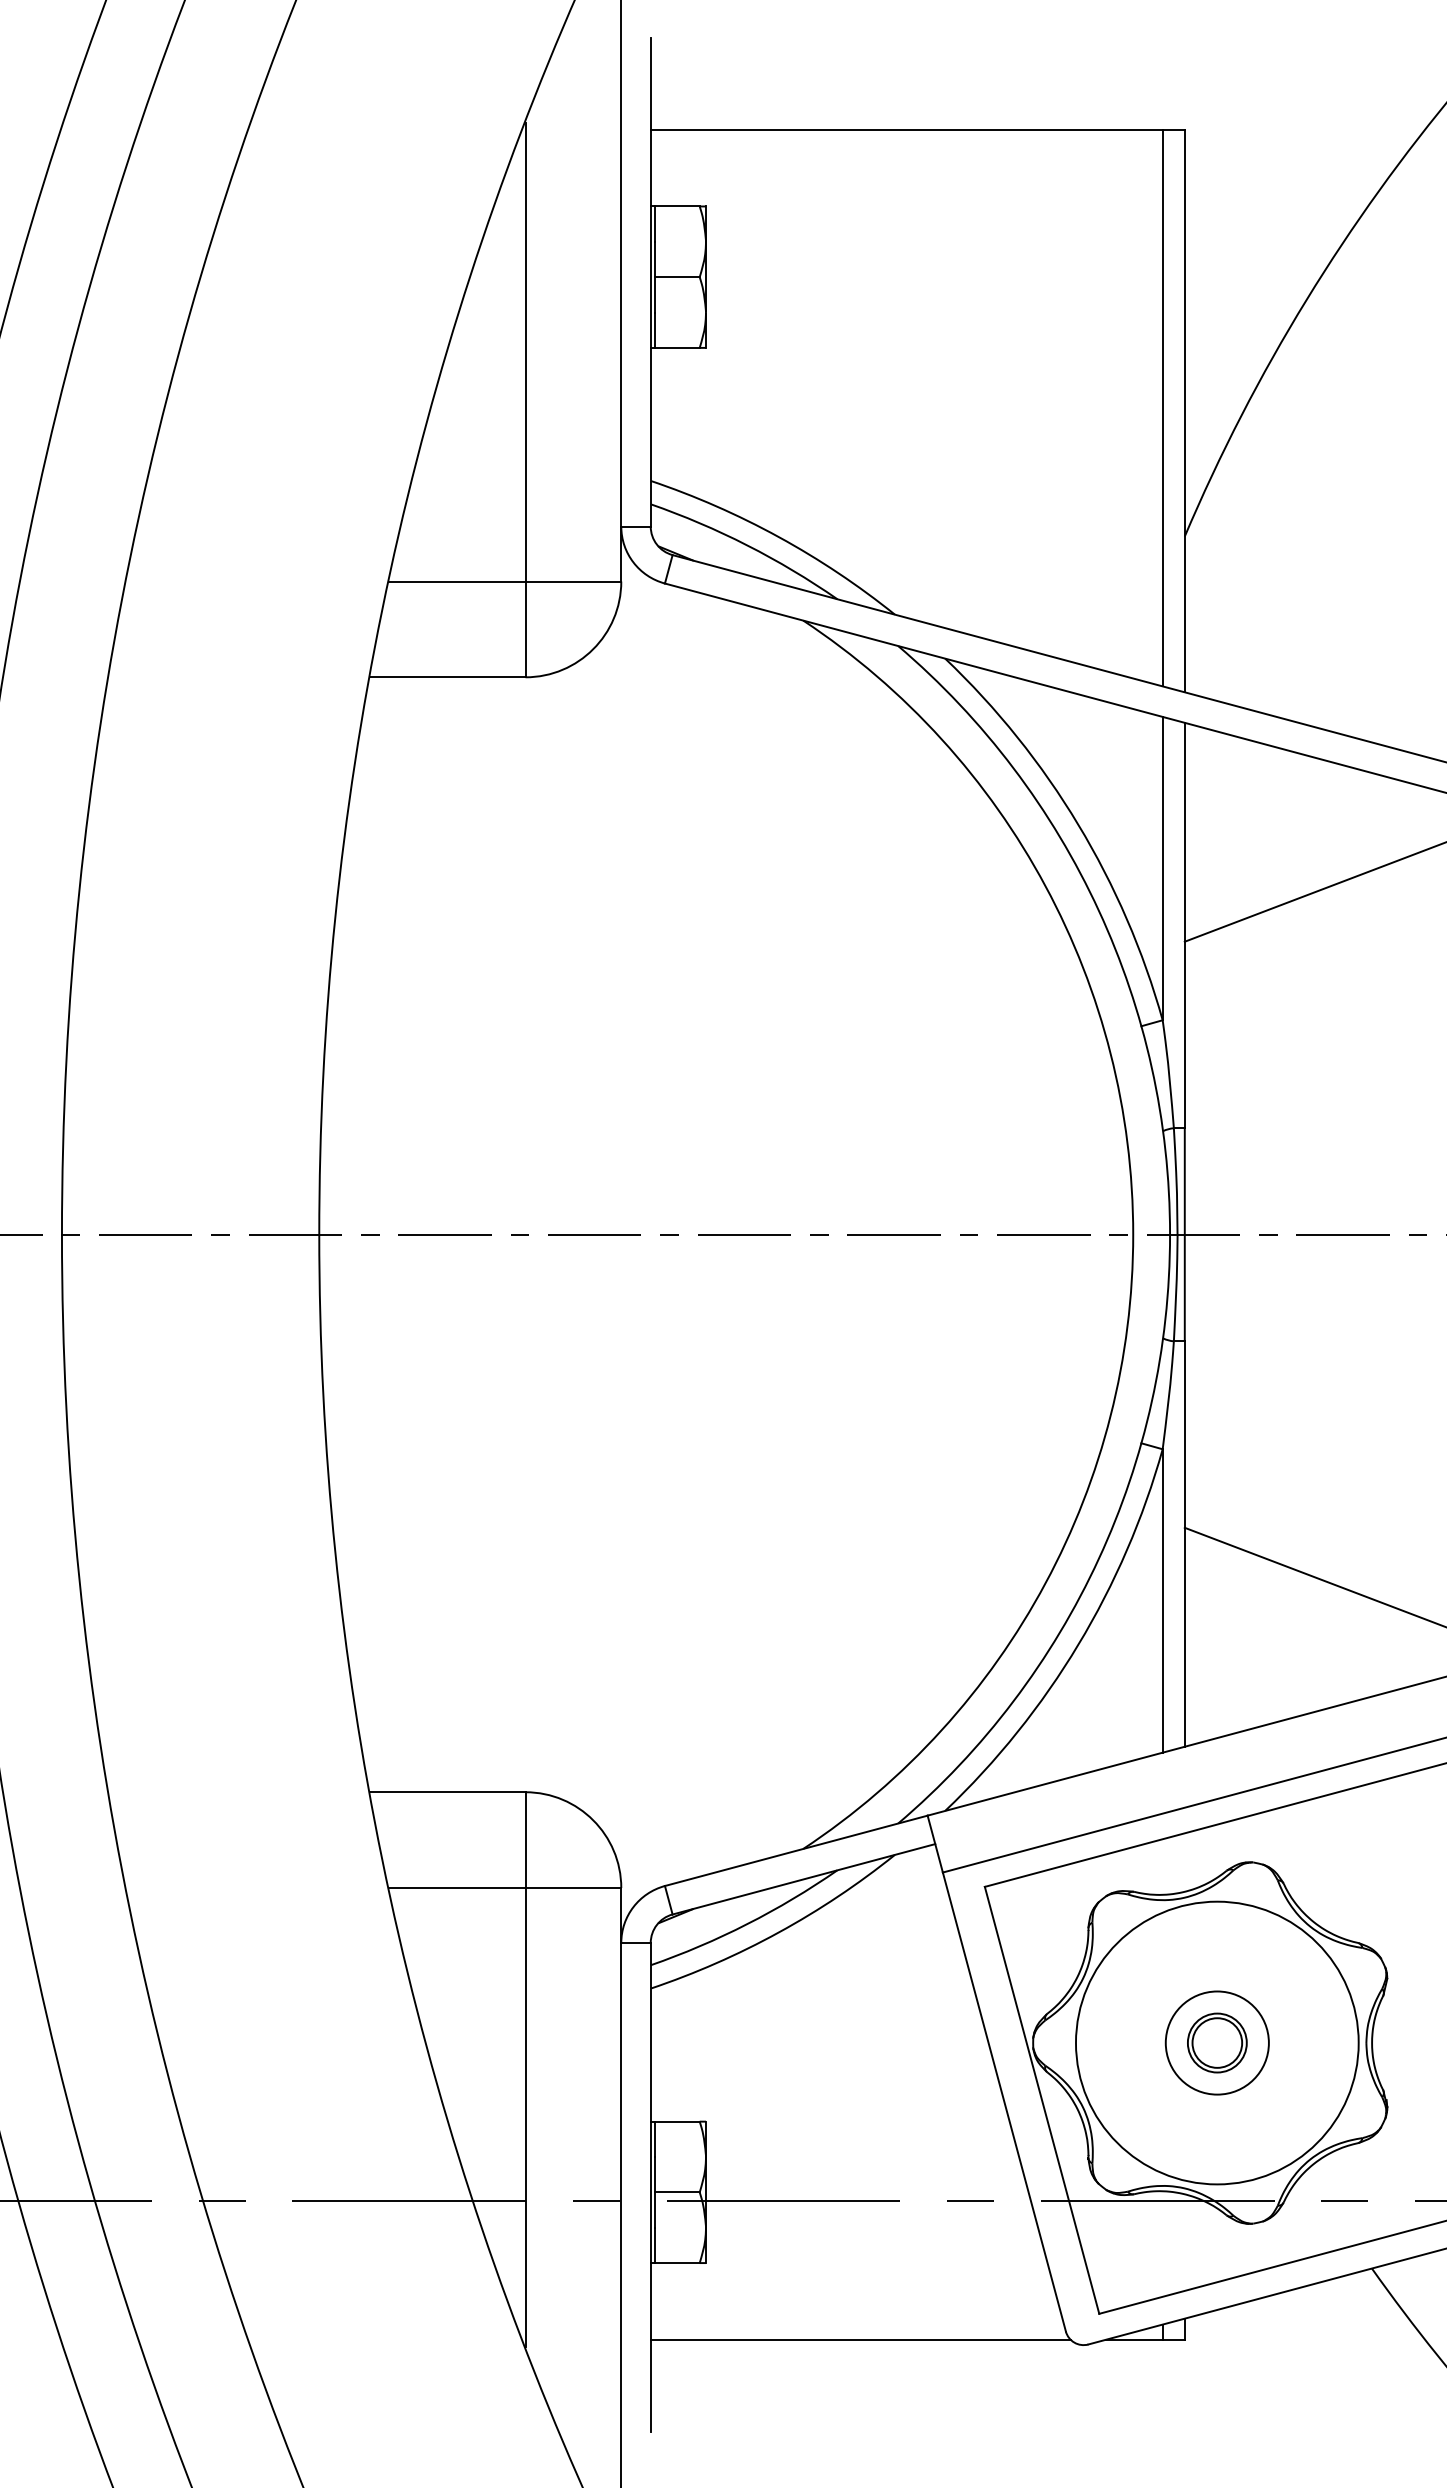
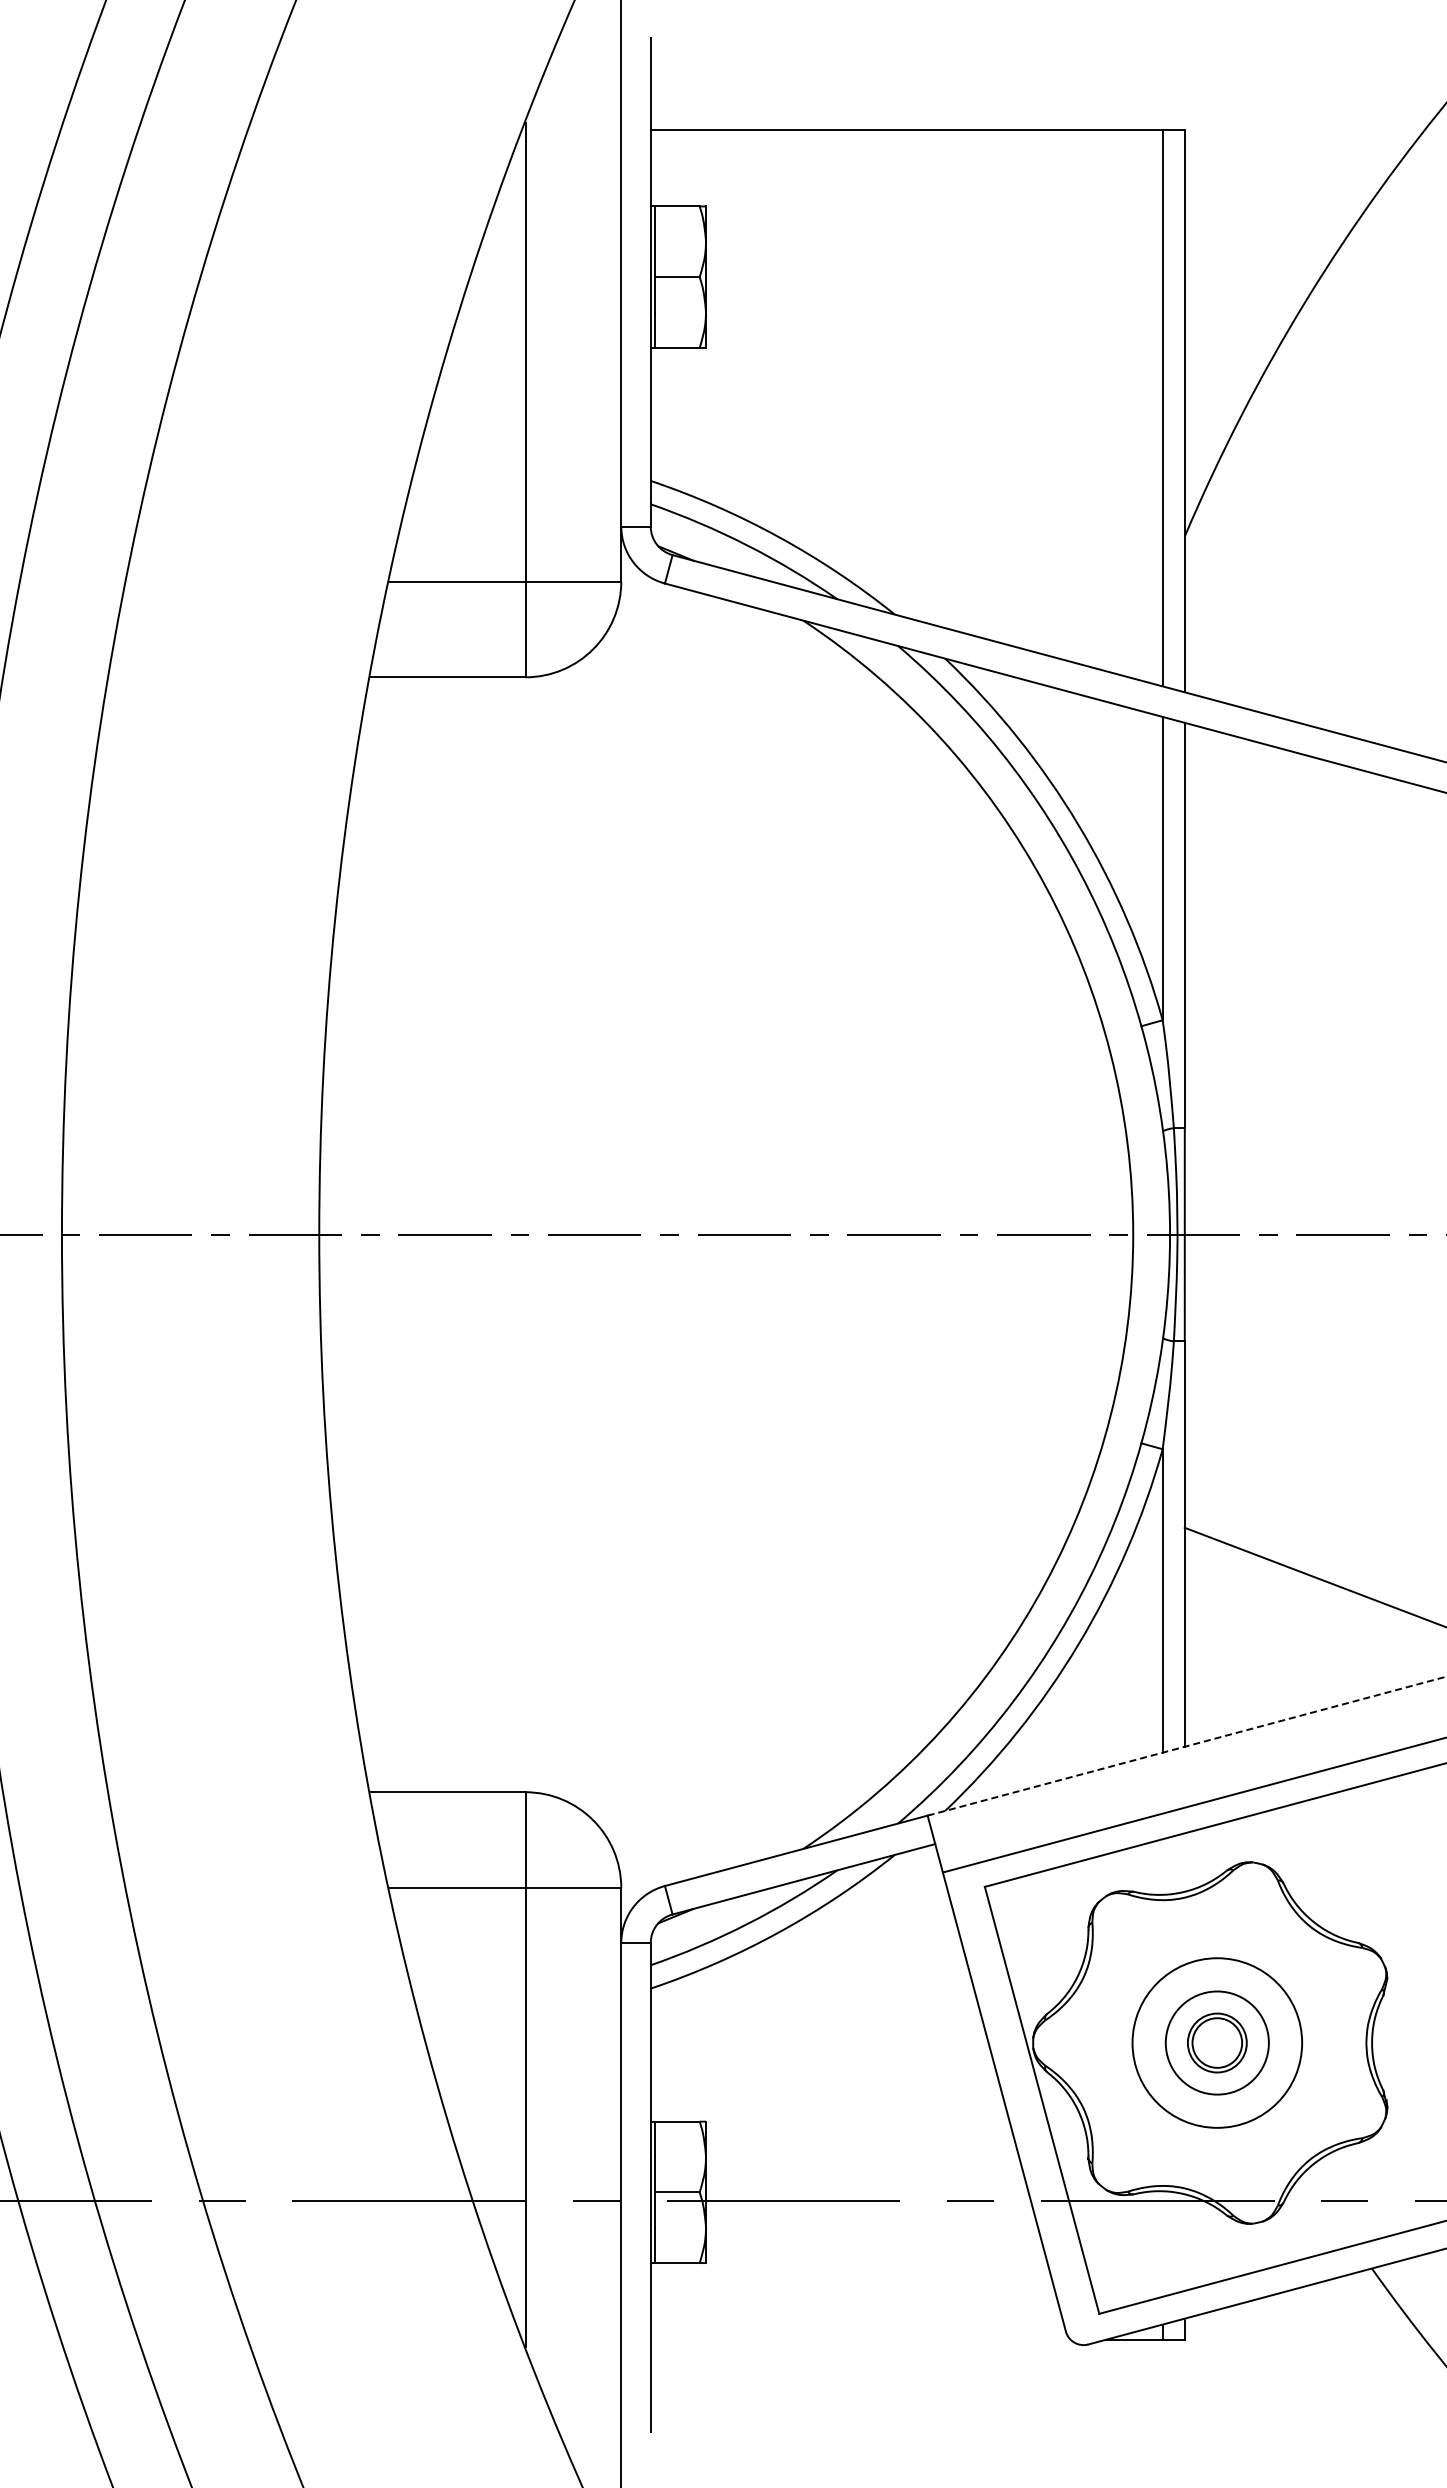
line at (1313, 892): present -> none
line at (1187, 1746): solid -> dashed
circle at (1216, 2042) diameter: 283 px -> 170 px
line at (860, 2339): present -> none
